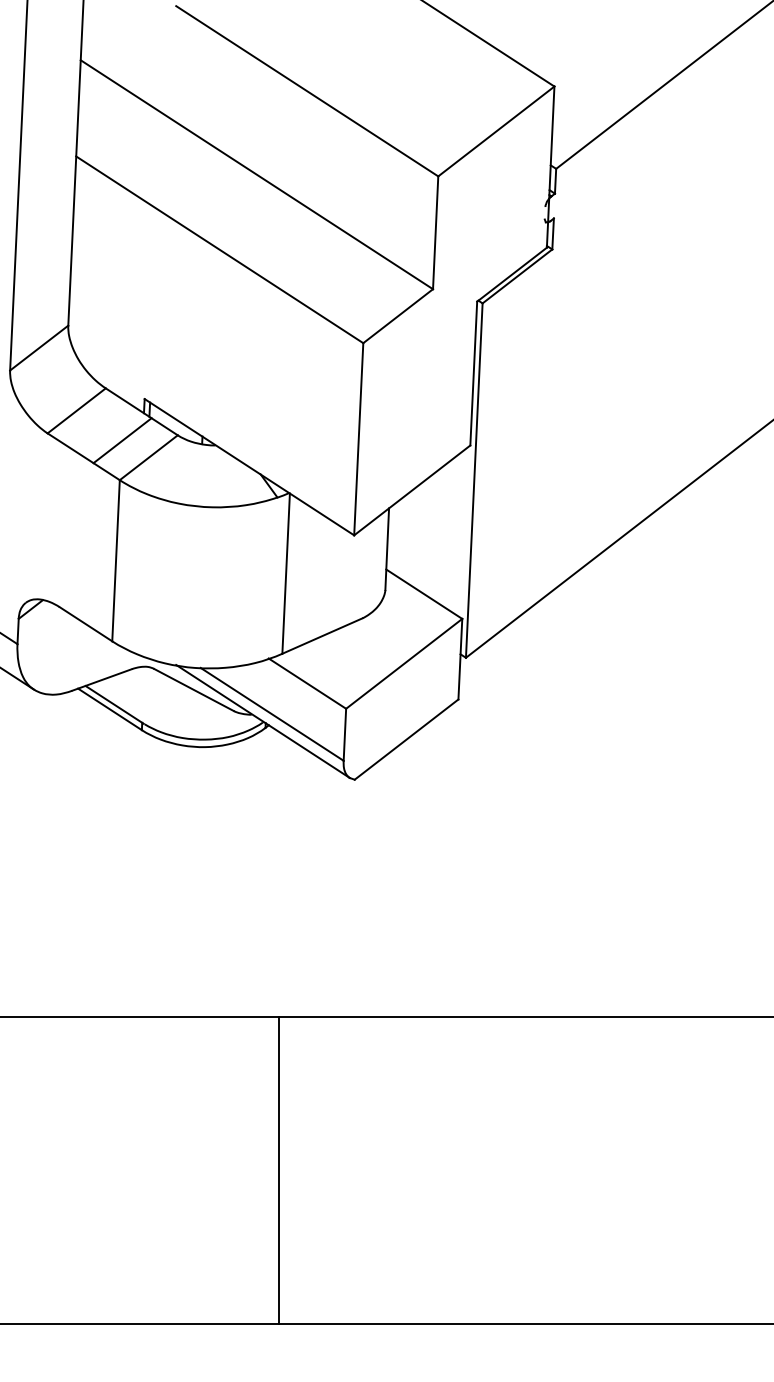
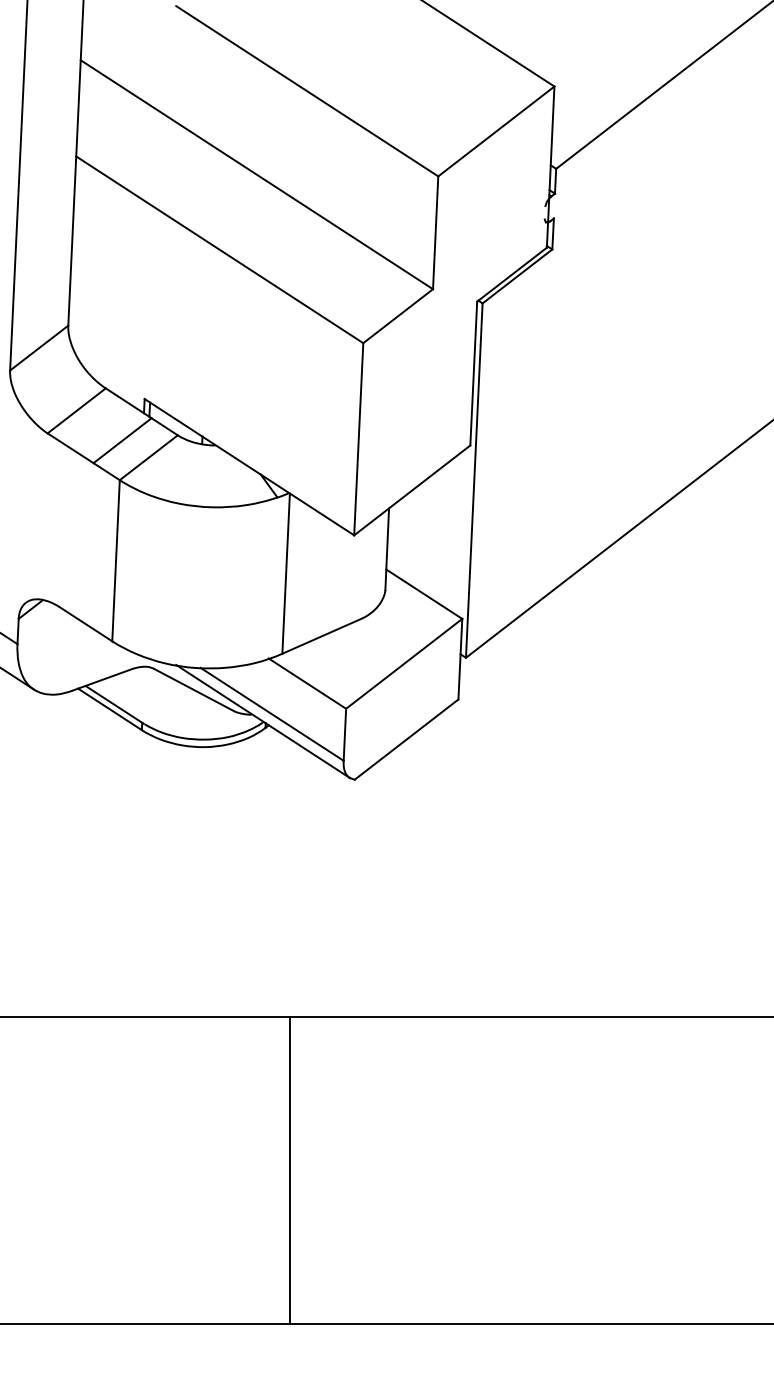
line at (279, 1170) position: (279, 1170) -> (290, 1170)
